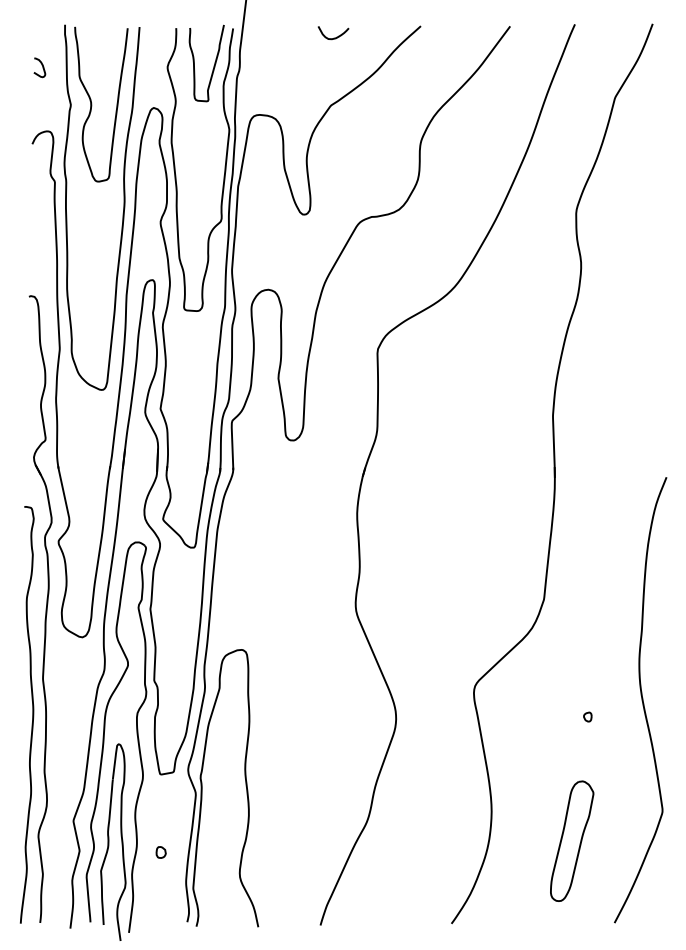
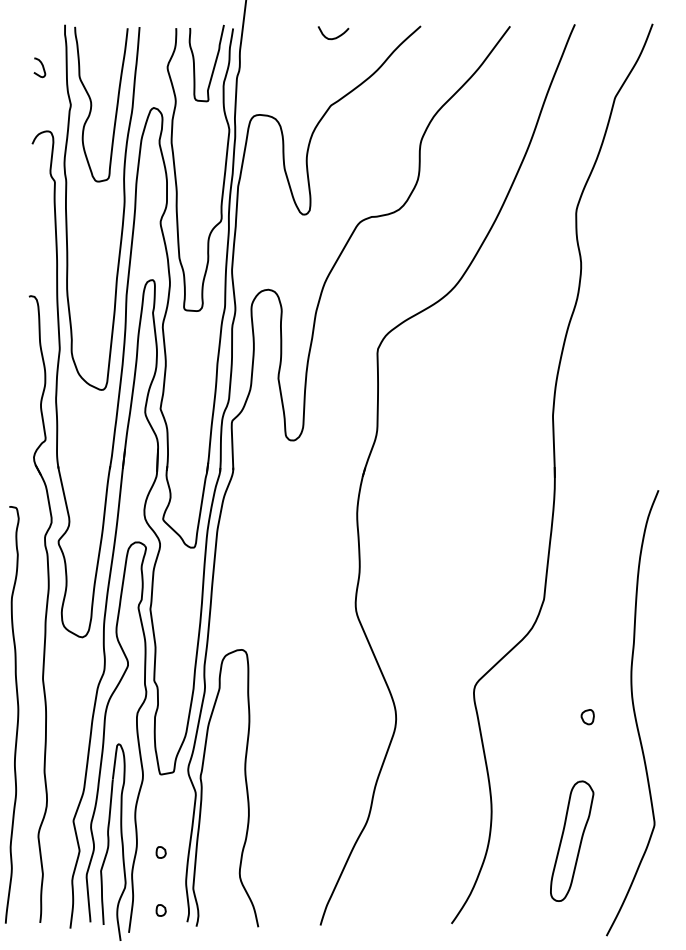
curve at (641, 700) position: (641, 700) -> (633, 713)
curve at (32, 714) position: (32, 714) -> (17, 714)
part at (587, 716) size: 10x12 px -> 15x17 px
part at (160, 910): none -> present
